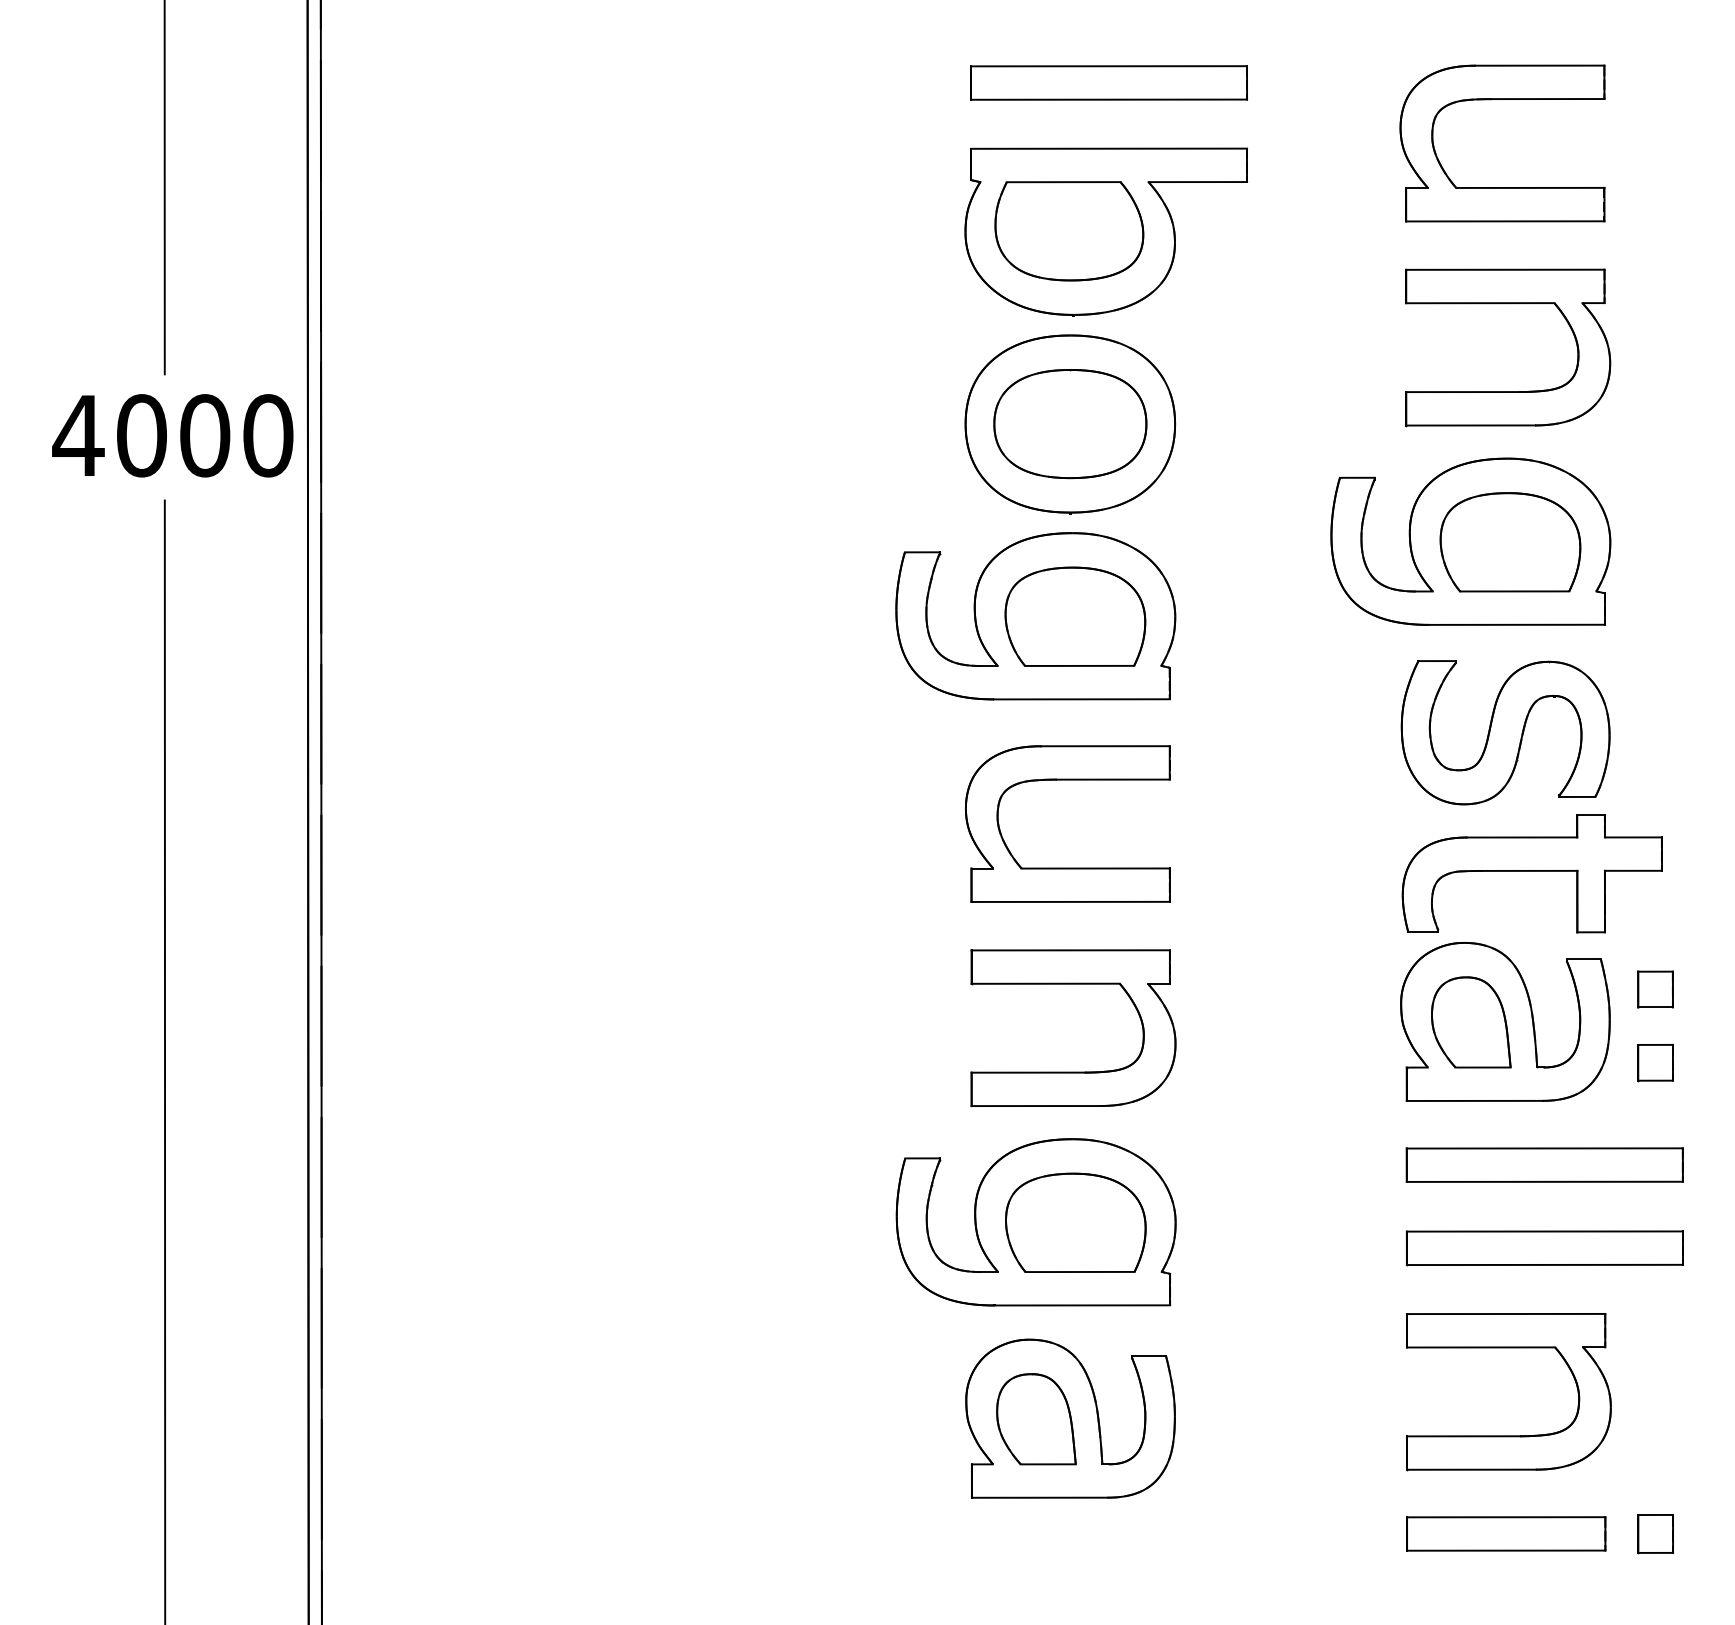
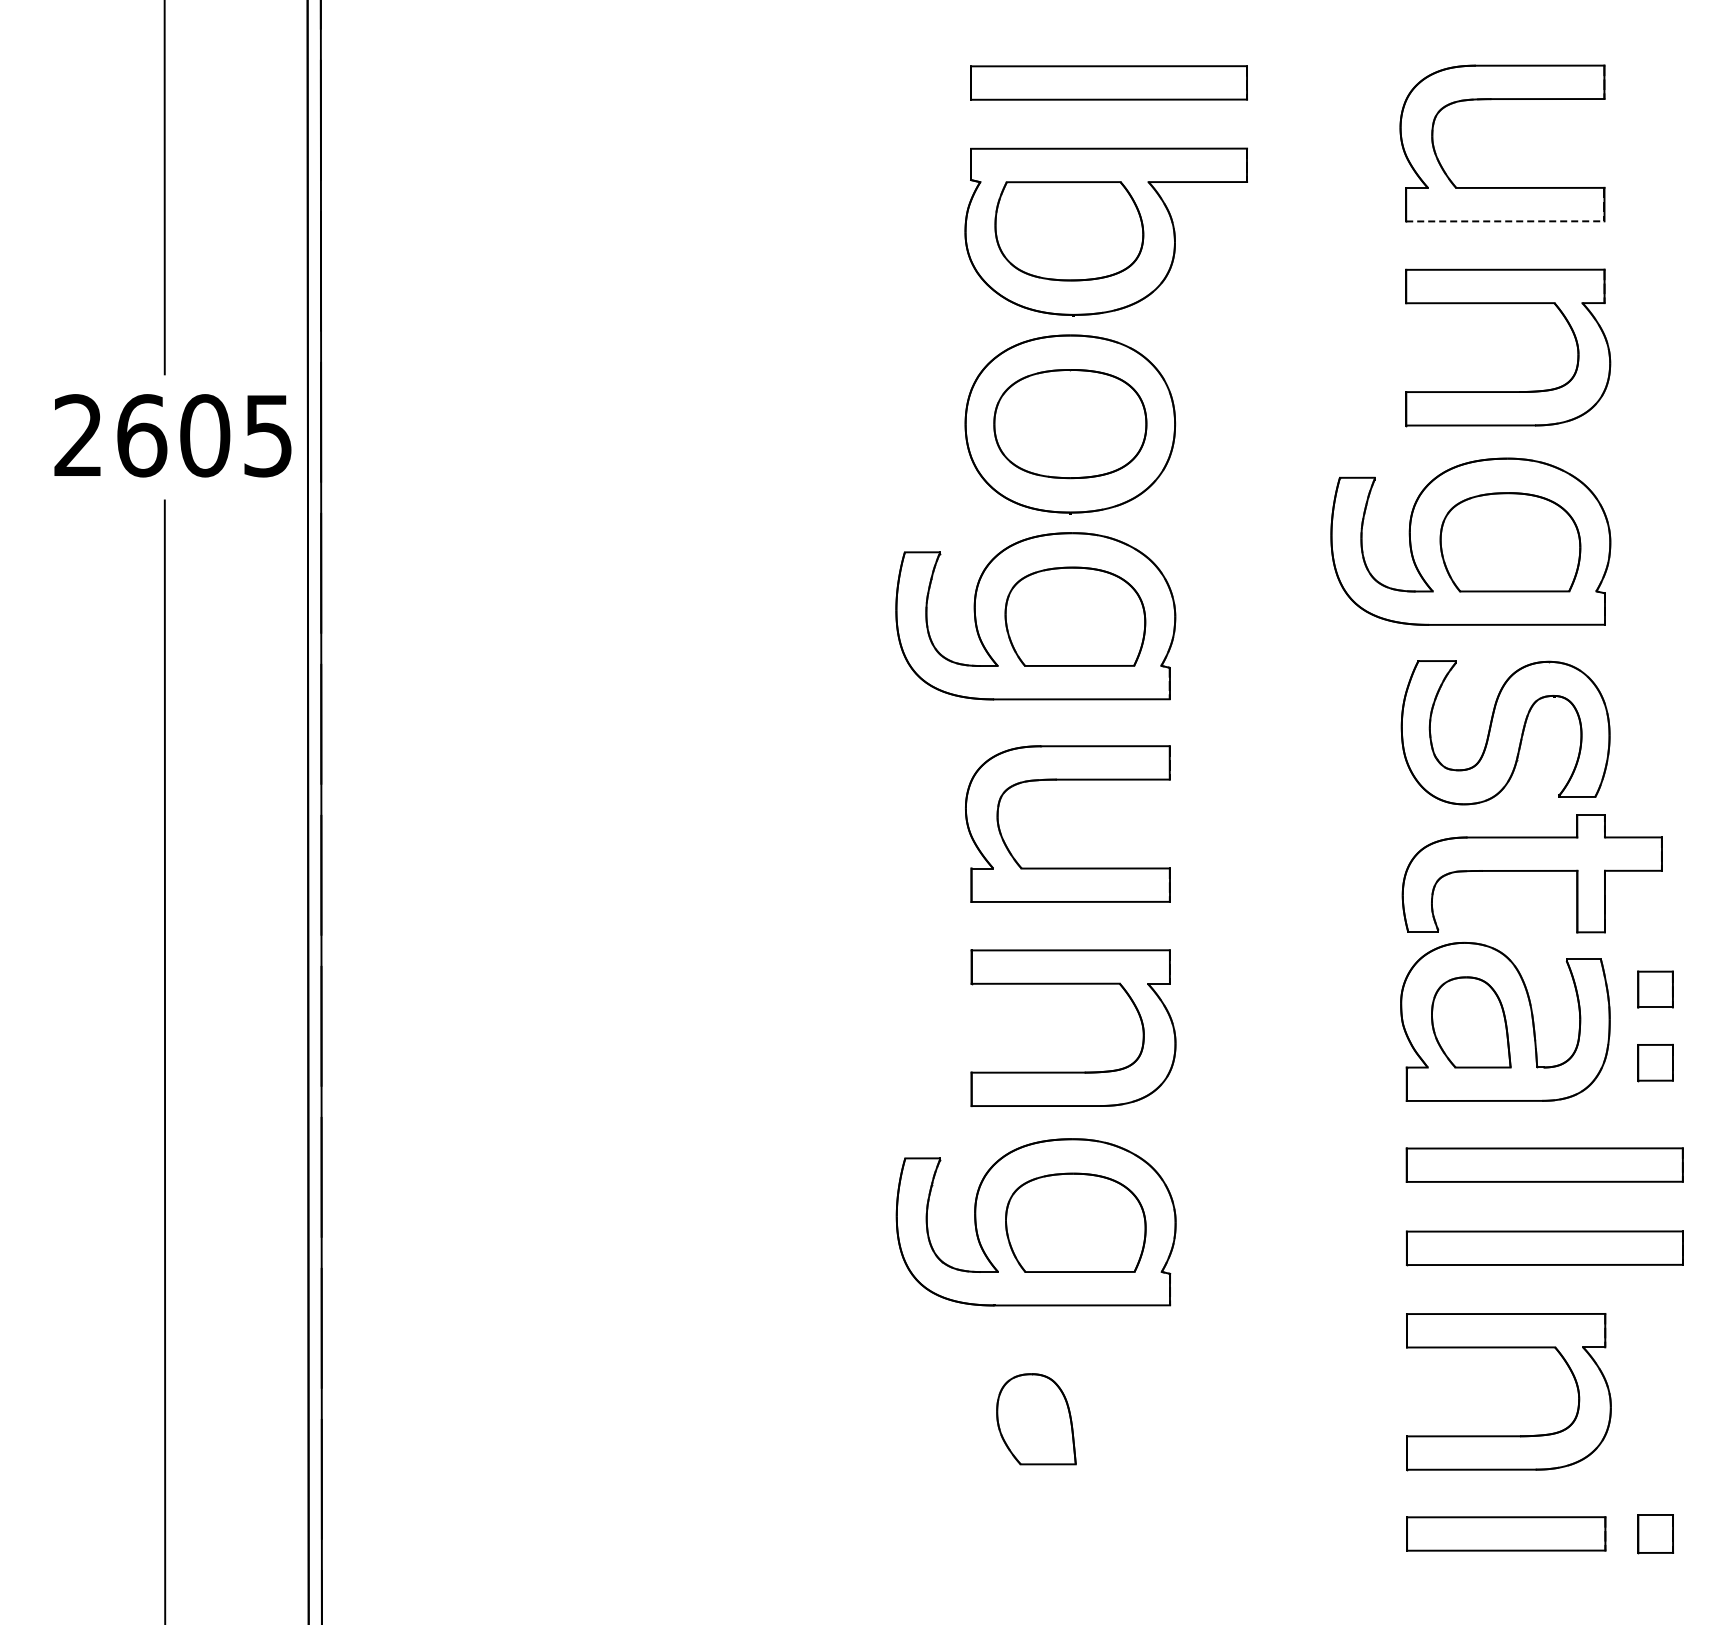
line at (1505, 221): solid -> dashed
text at (172, 435): 4000 -> 2605
part at (1070, 1418): present -> none
